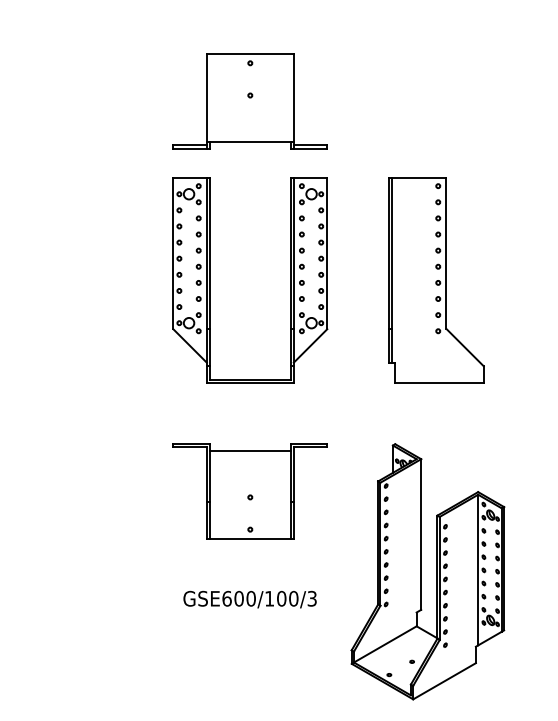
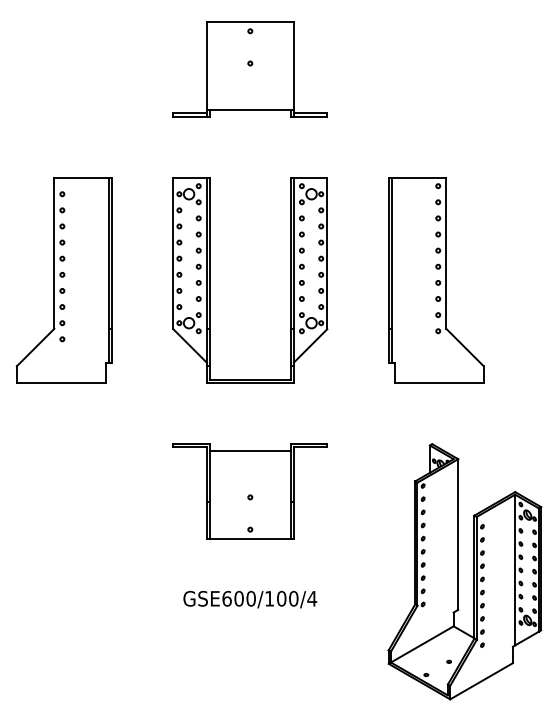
part at (249, 101) position: (249, 101) -> (249, 69)
part at (63, 280): none -> present
part at (427, 571) position: (427, 571) -> (464, 571)
text at (312, 598): GSE600/100/3 -> GSE600/100/4
